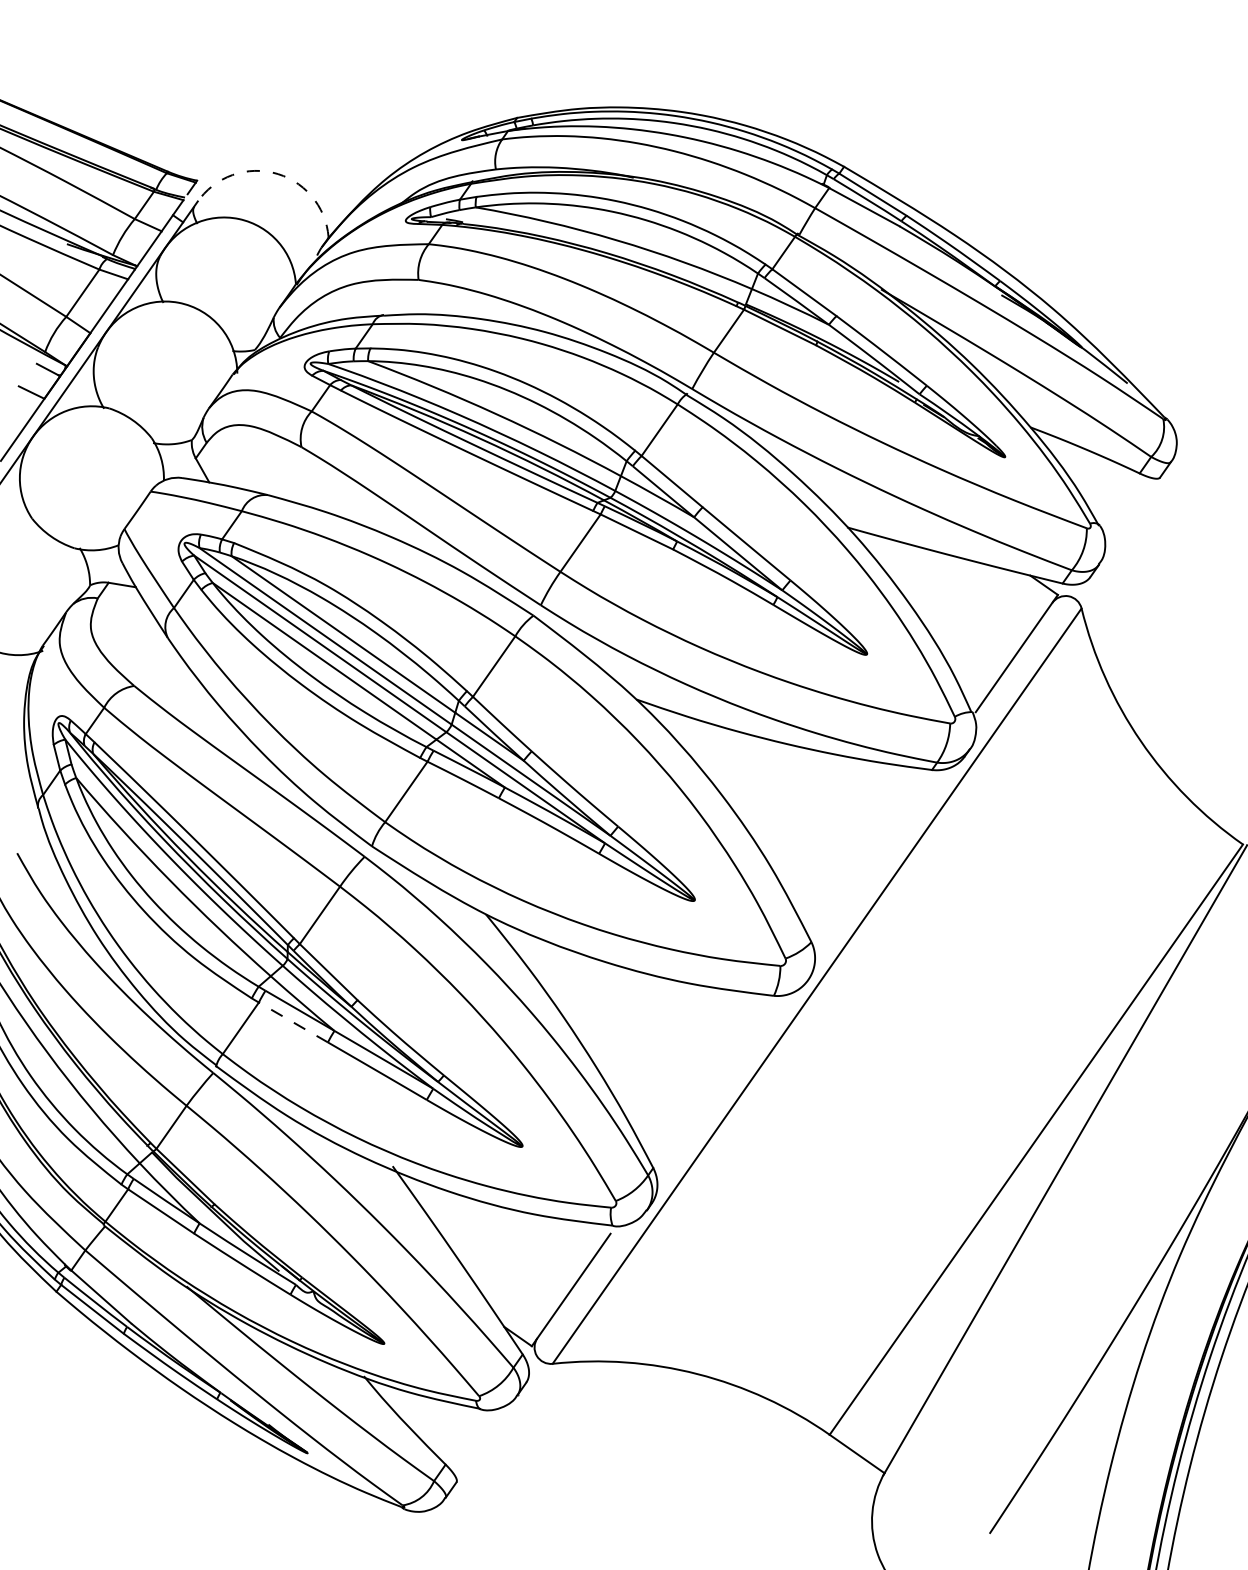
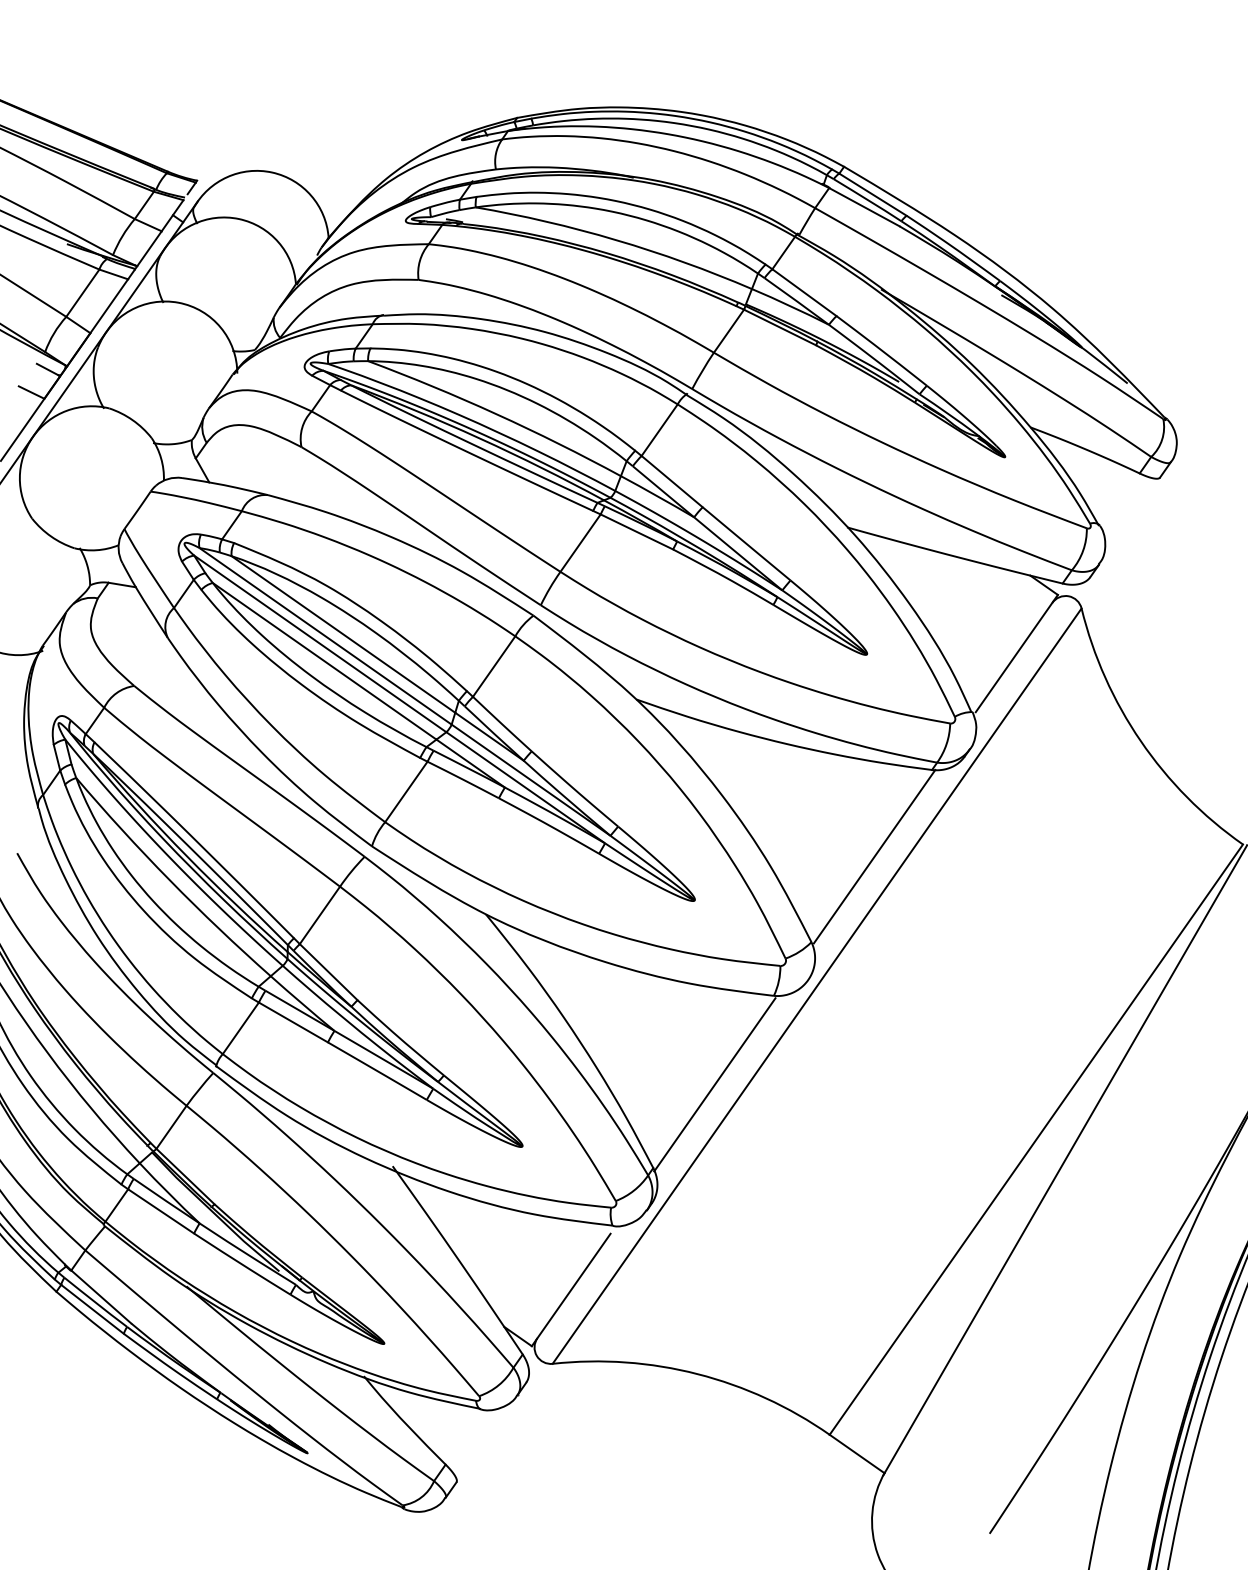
arc at (272, 172): dashed -> solid
line at (874, 856): none -> present
line at (293, 1022): dashed -> solid
line at (714, 1084): none -> present
